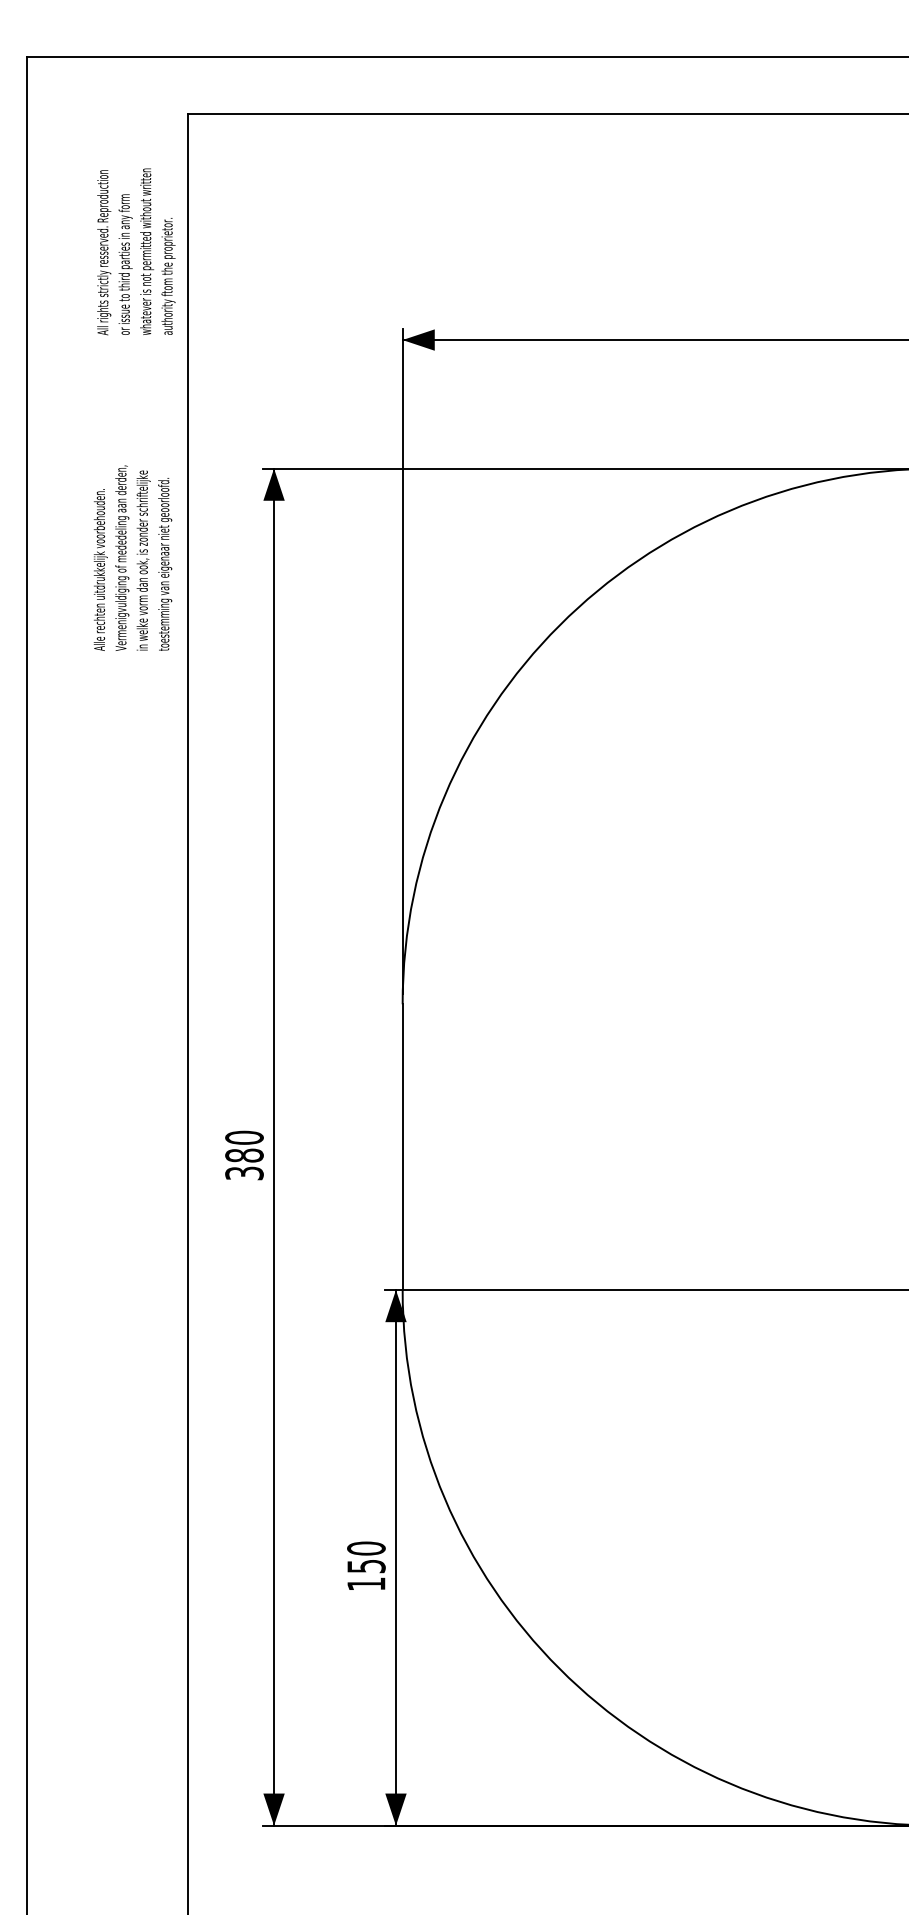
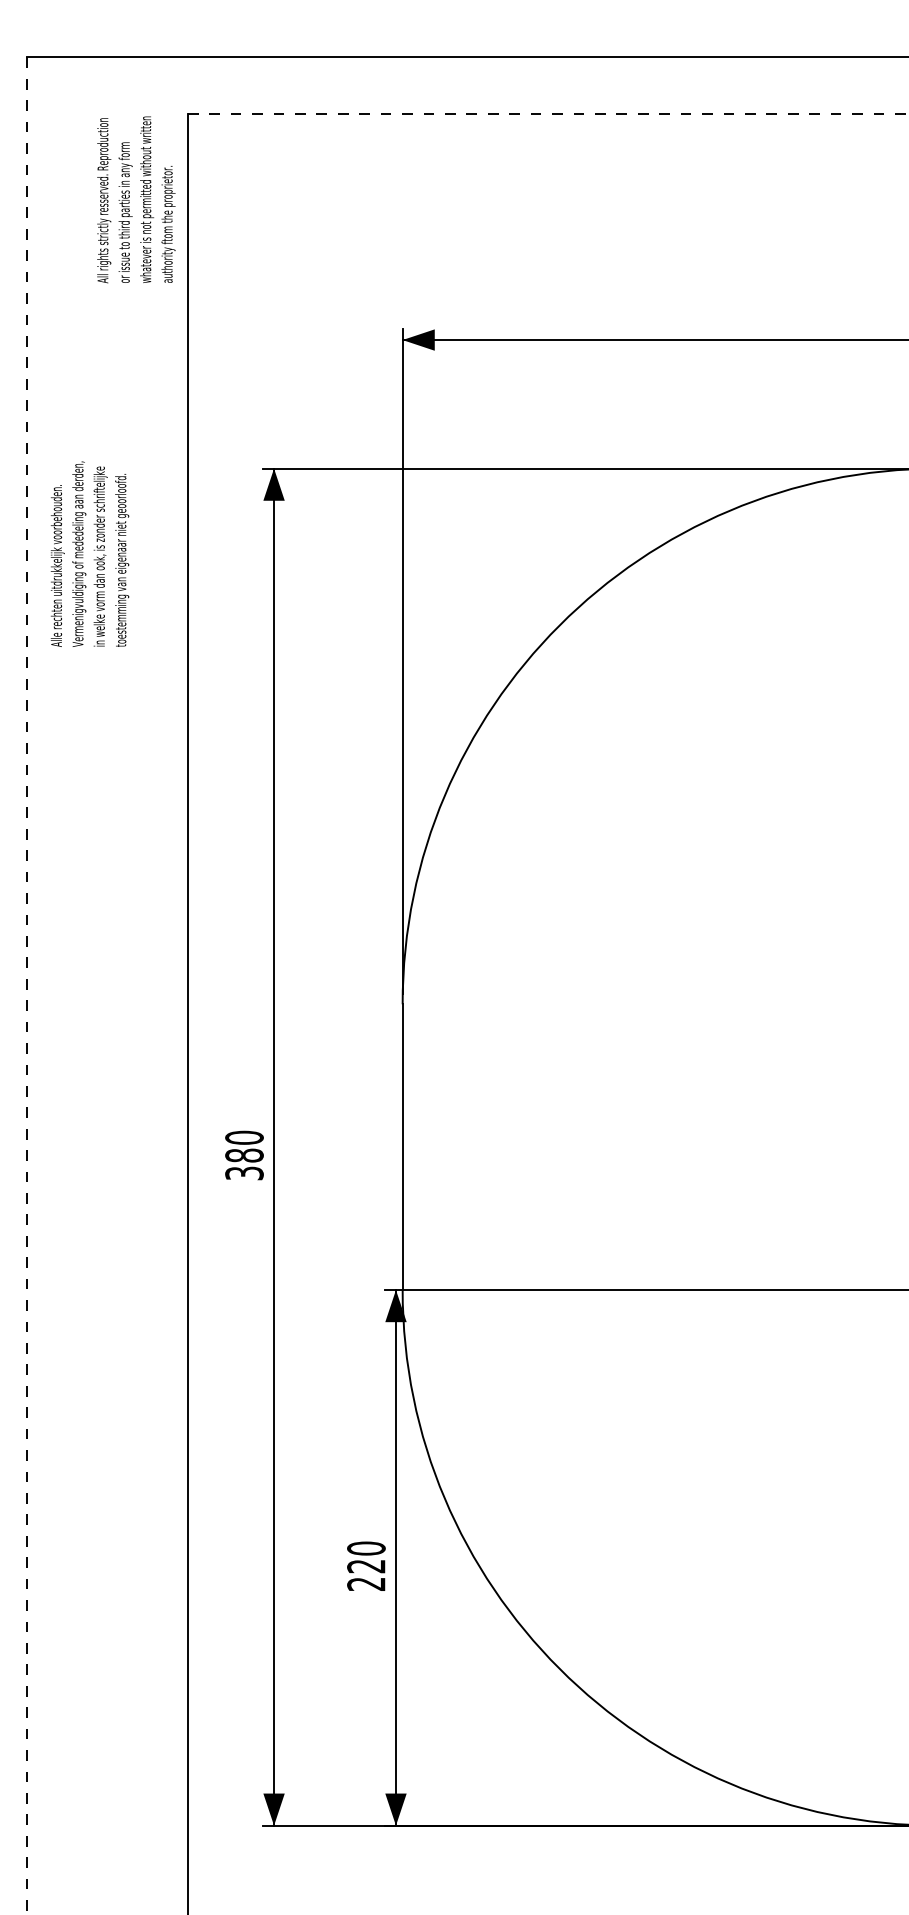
line at (548, 114): solid -> dashed
text at (136, 251) position: (136, 251) -> (136, 199)
text at (132, 557) position: (132, 557) -> (89, 553)
line at (27, 985): solid -> dashed
text at (366, 1575): 150 -> 220
